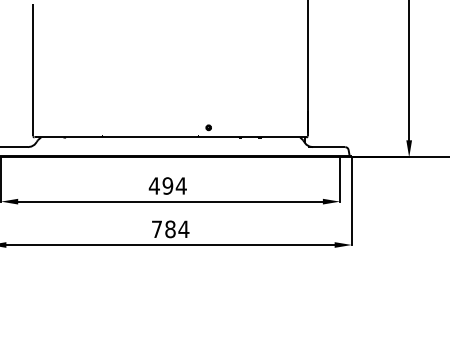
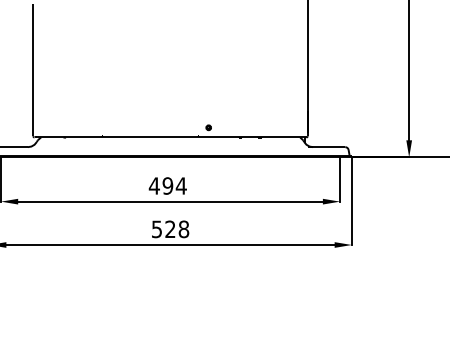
text at (170, 229): 784 -> 528
